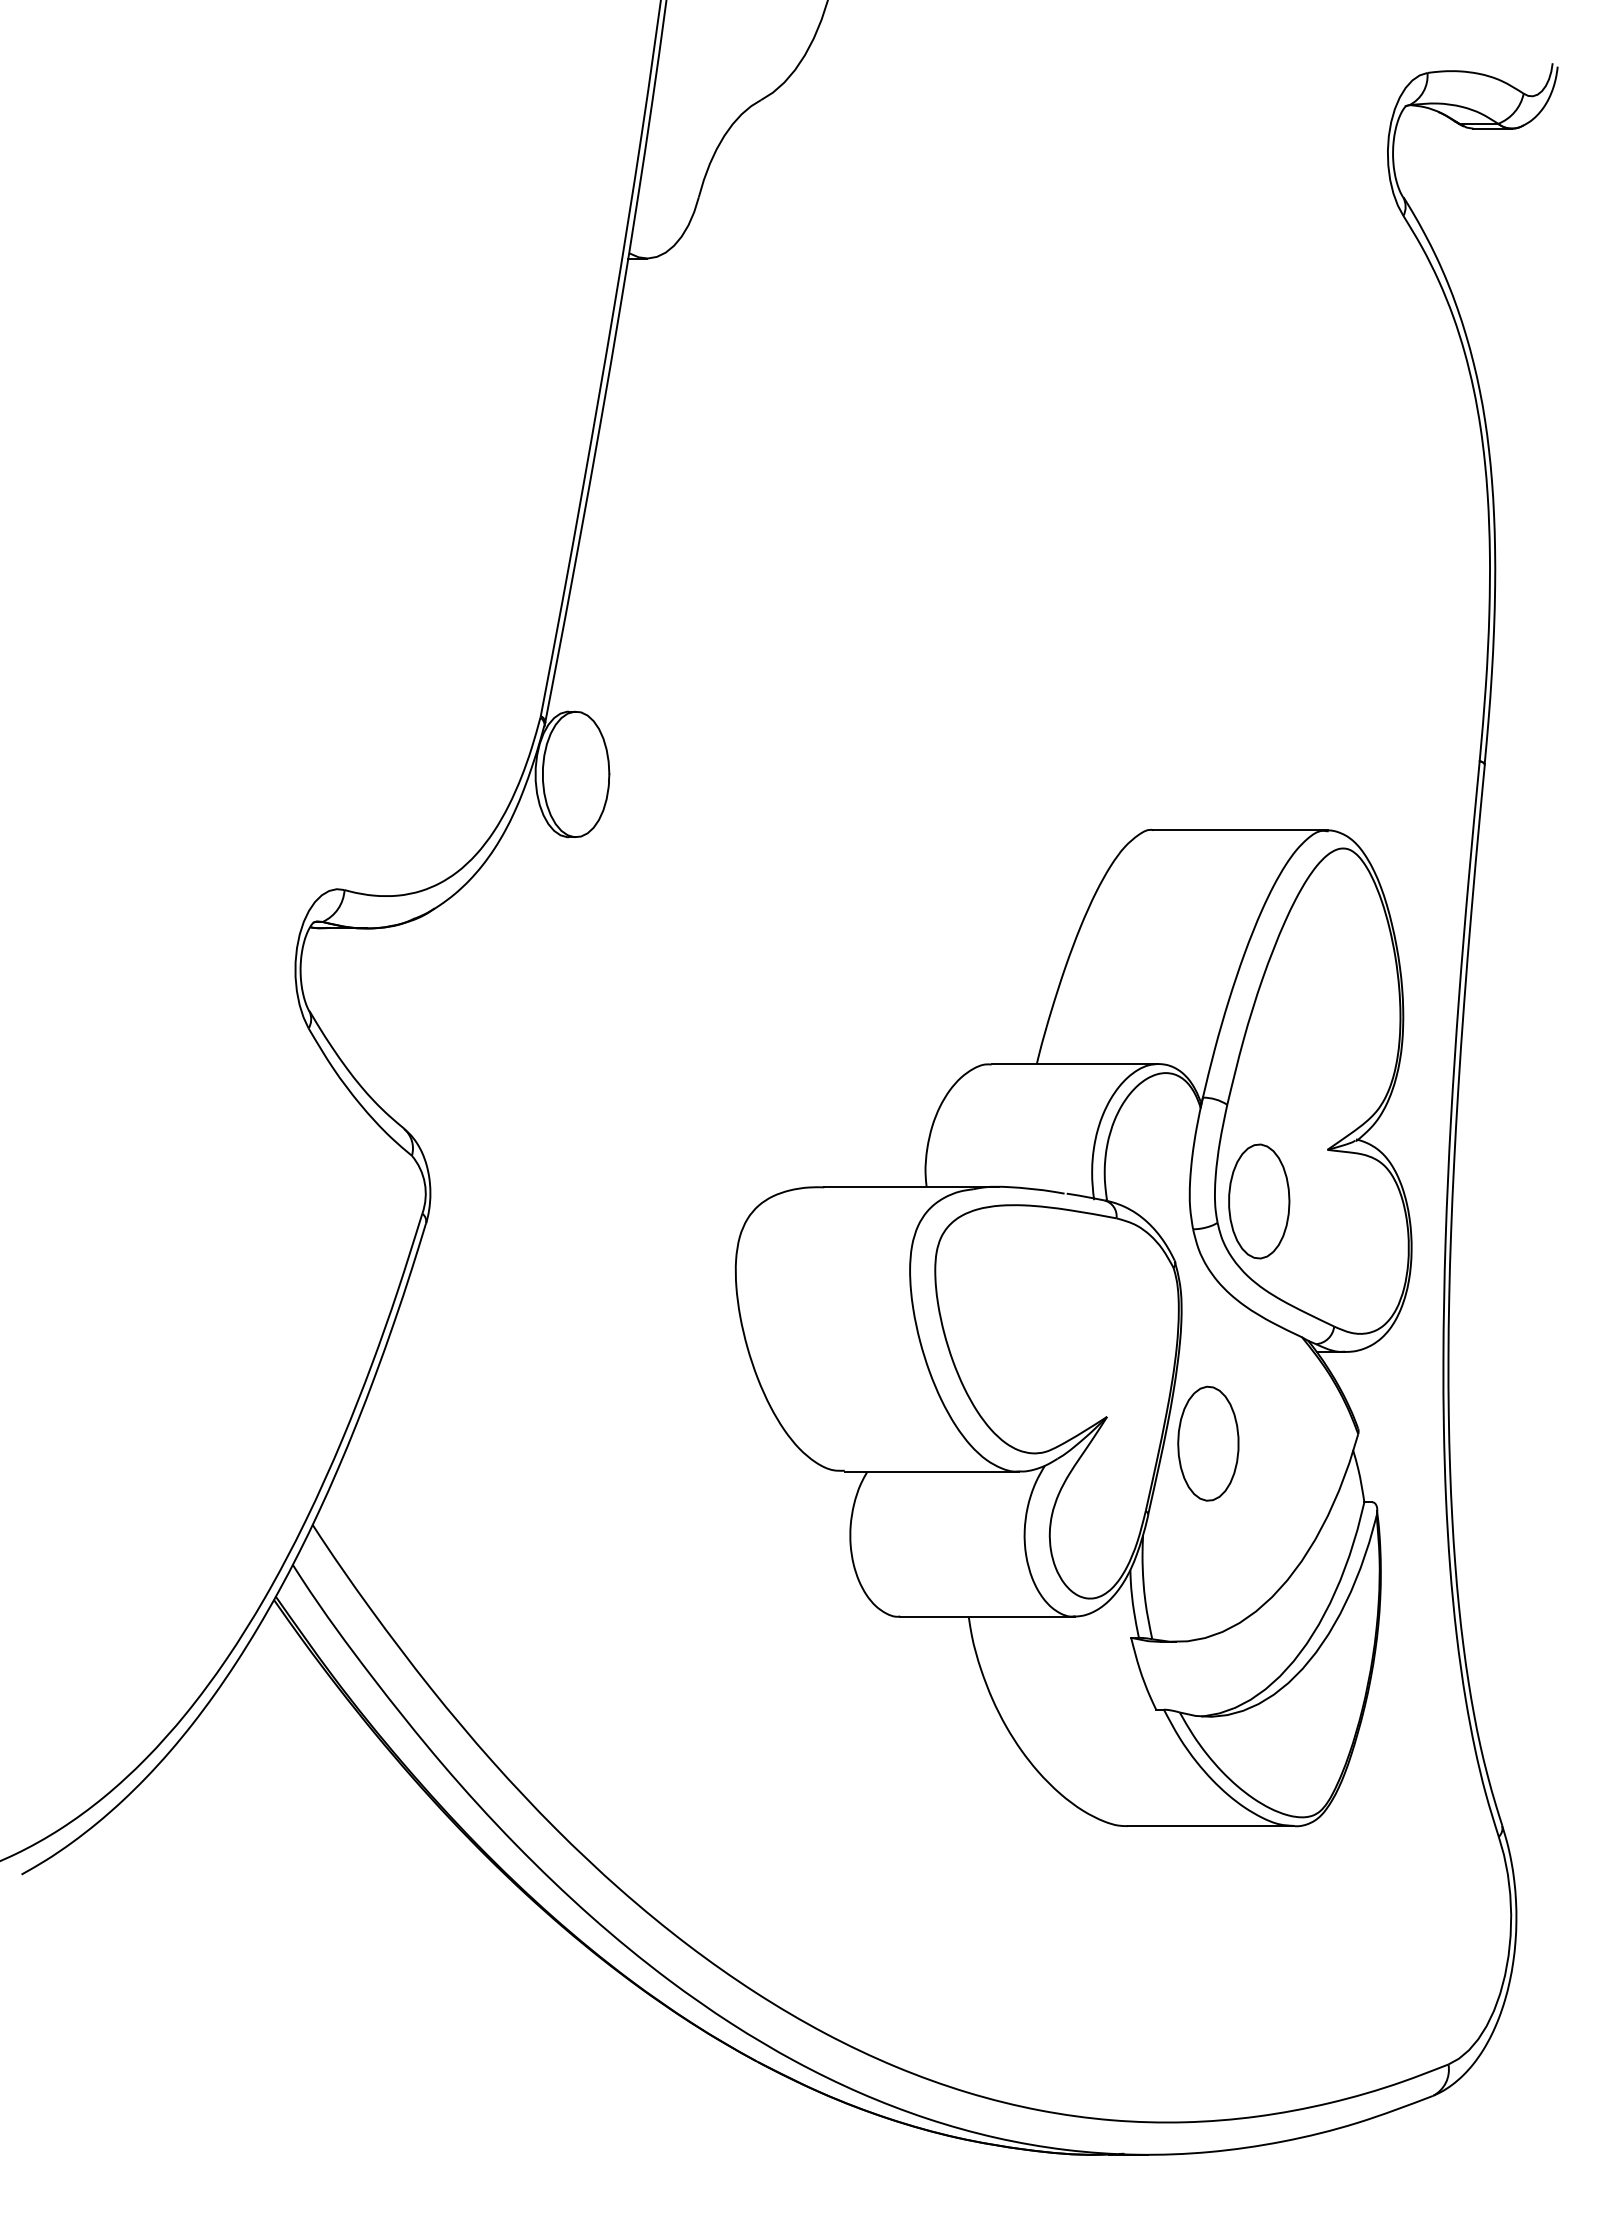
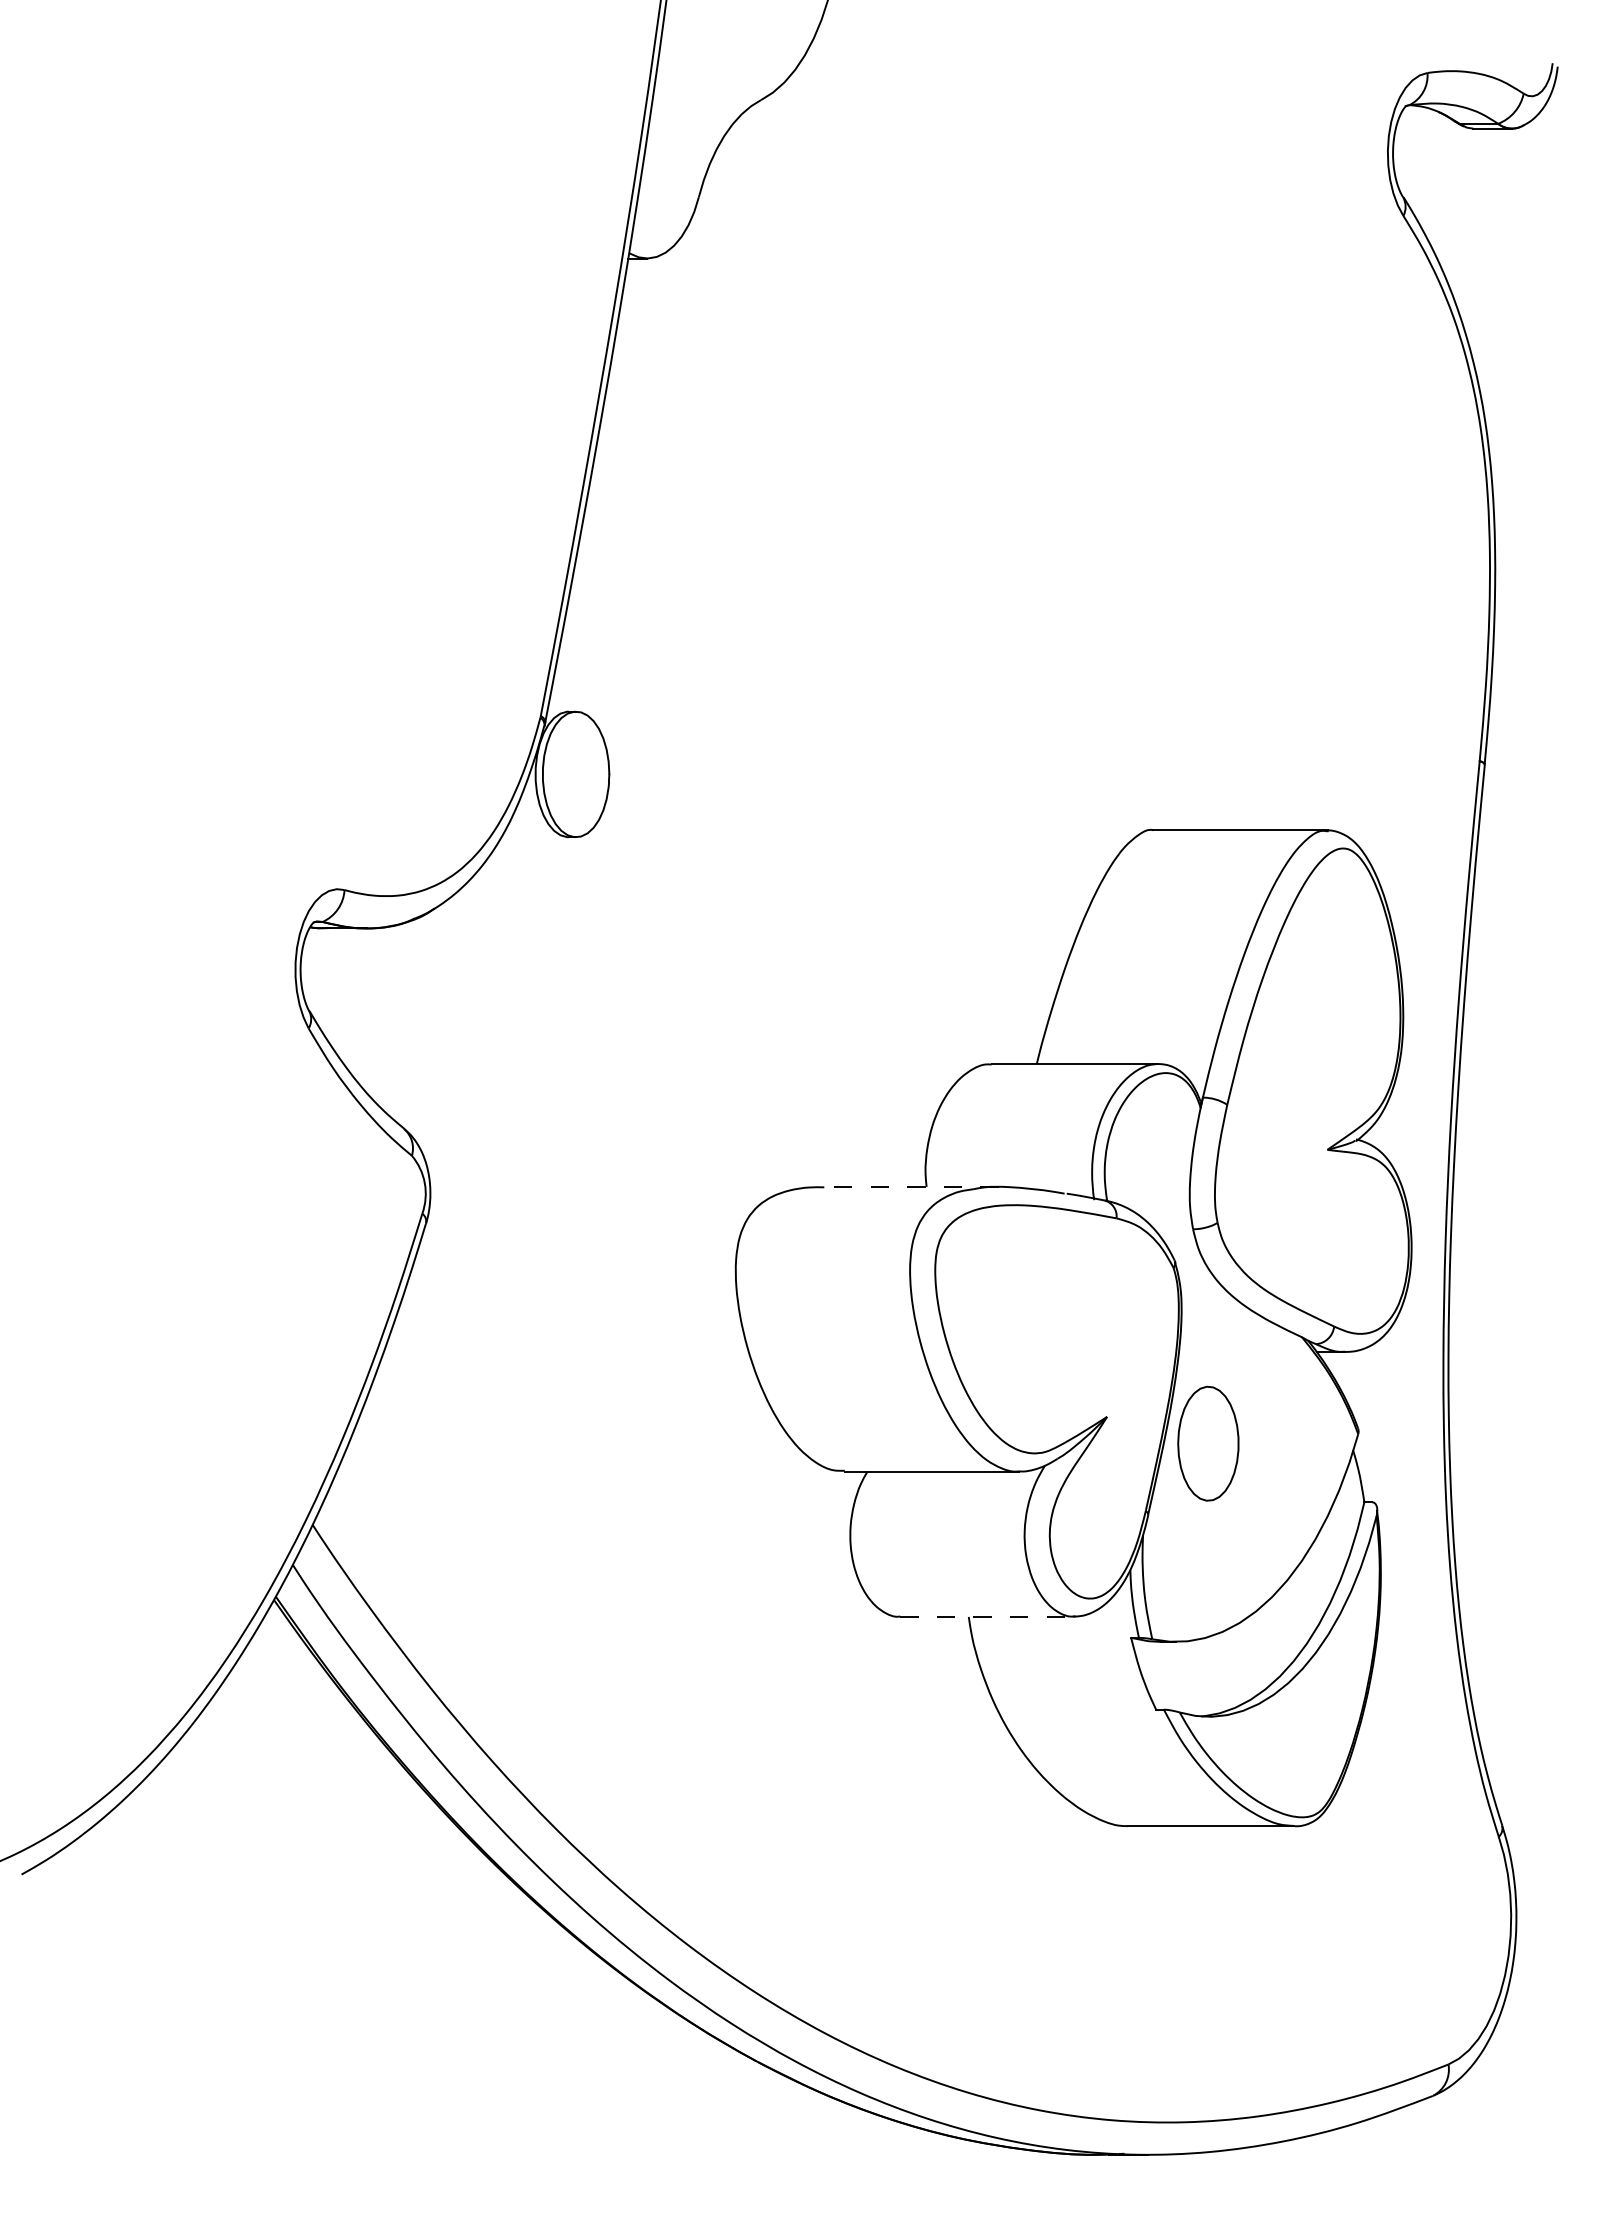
line at (910, 1186): solid -> dashed
part at (1259, 1201): present -> none
line at (988, 1616): solid -> dashed
